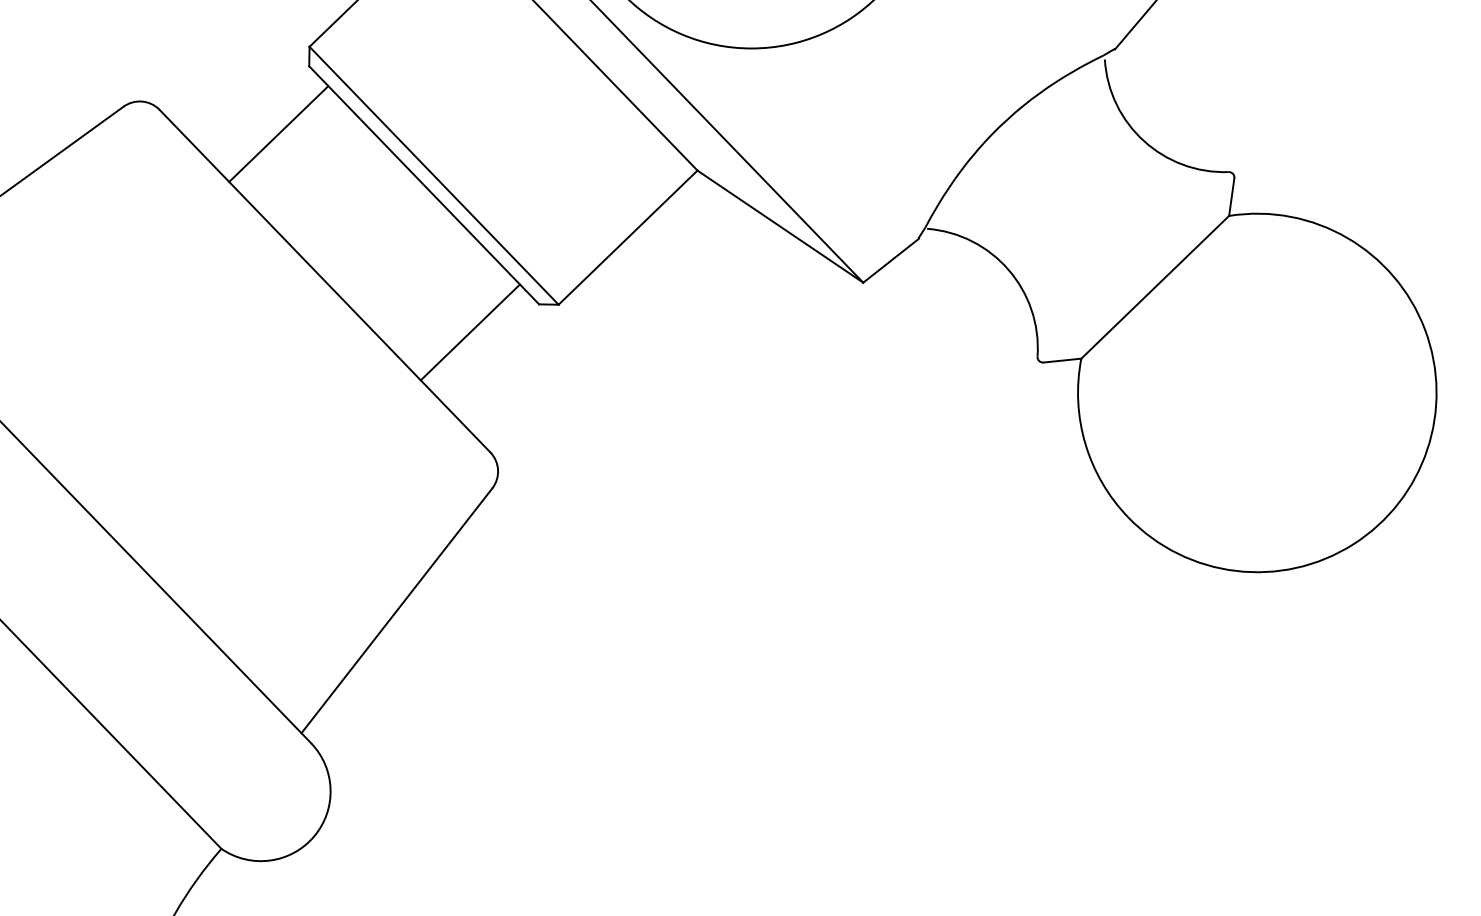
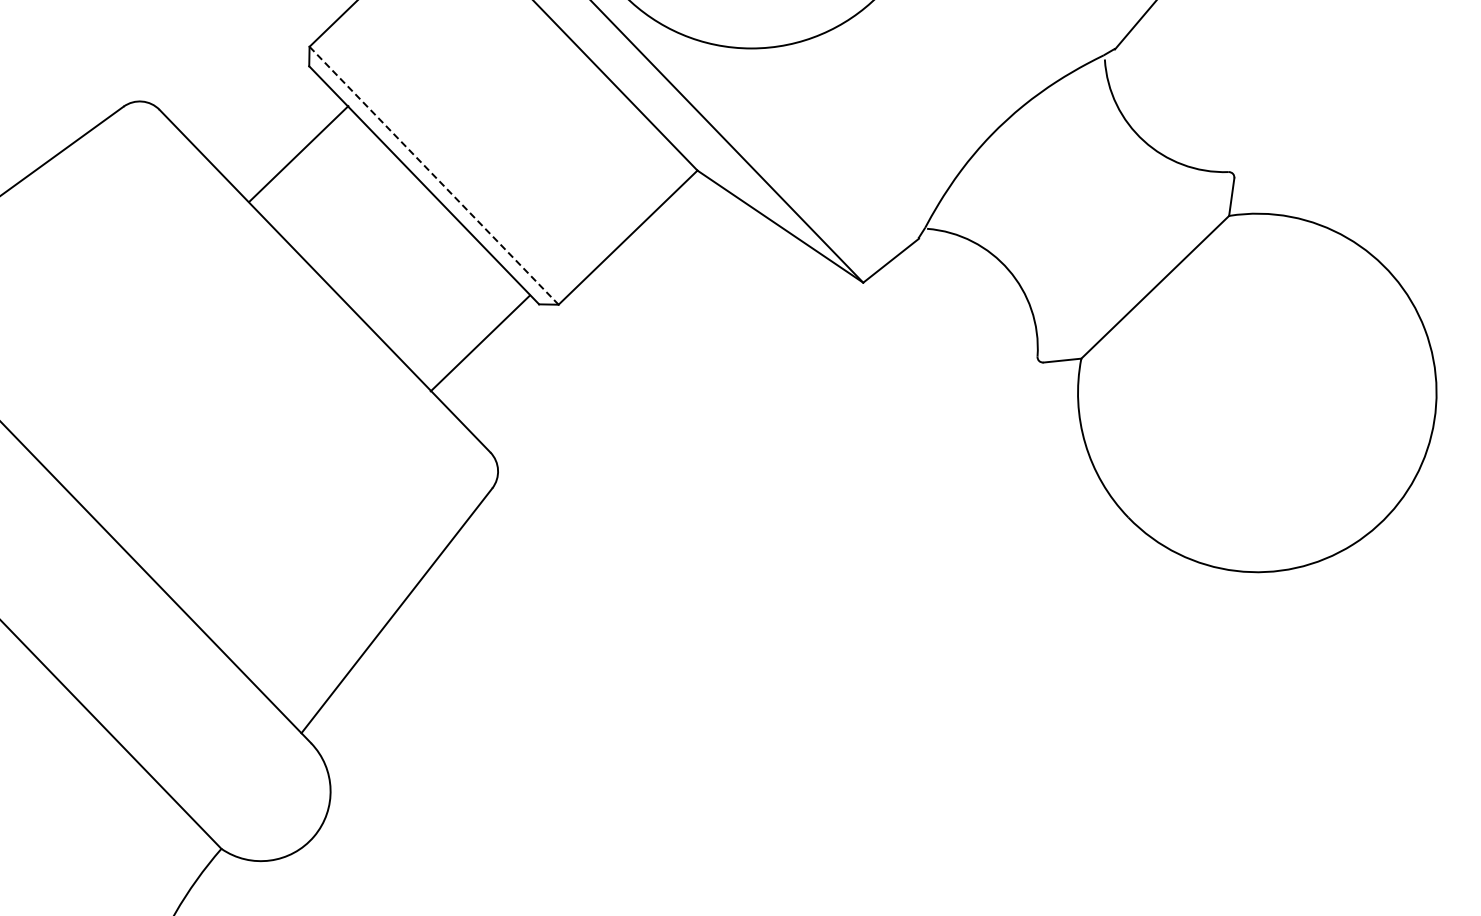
line at (278, 133) position: (278, 133) -> (298, 153)
line at (434, 176): solid -> dashed
line at (469, 332) position: (469, 332) -> (479, 343)
